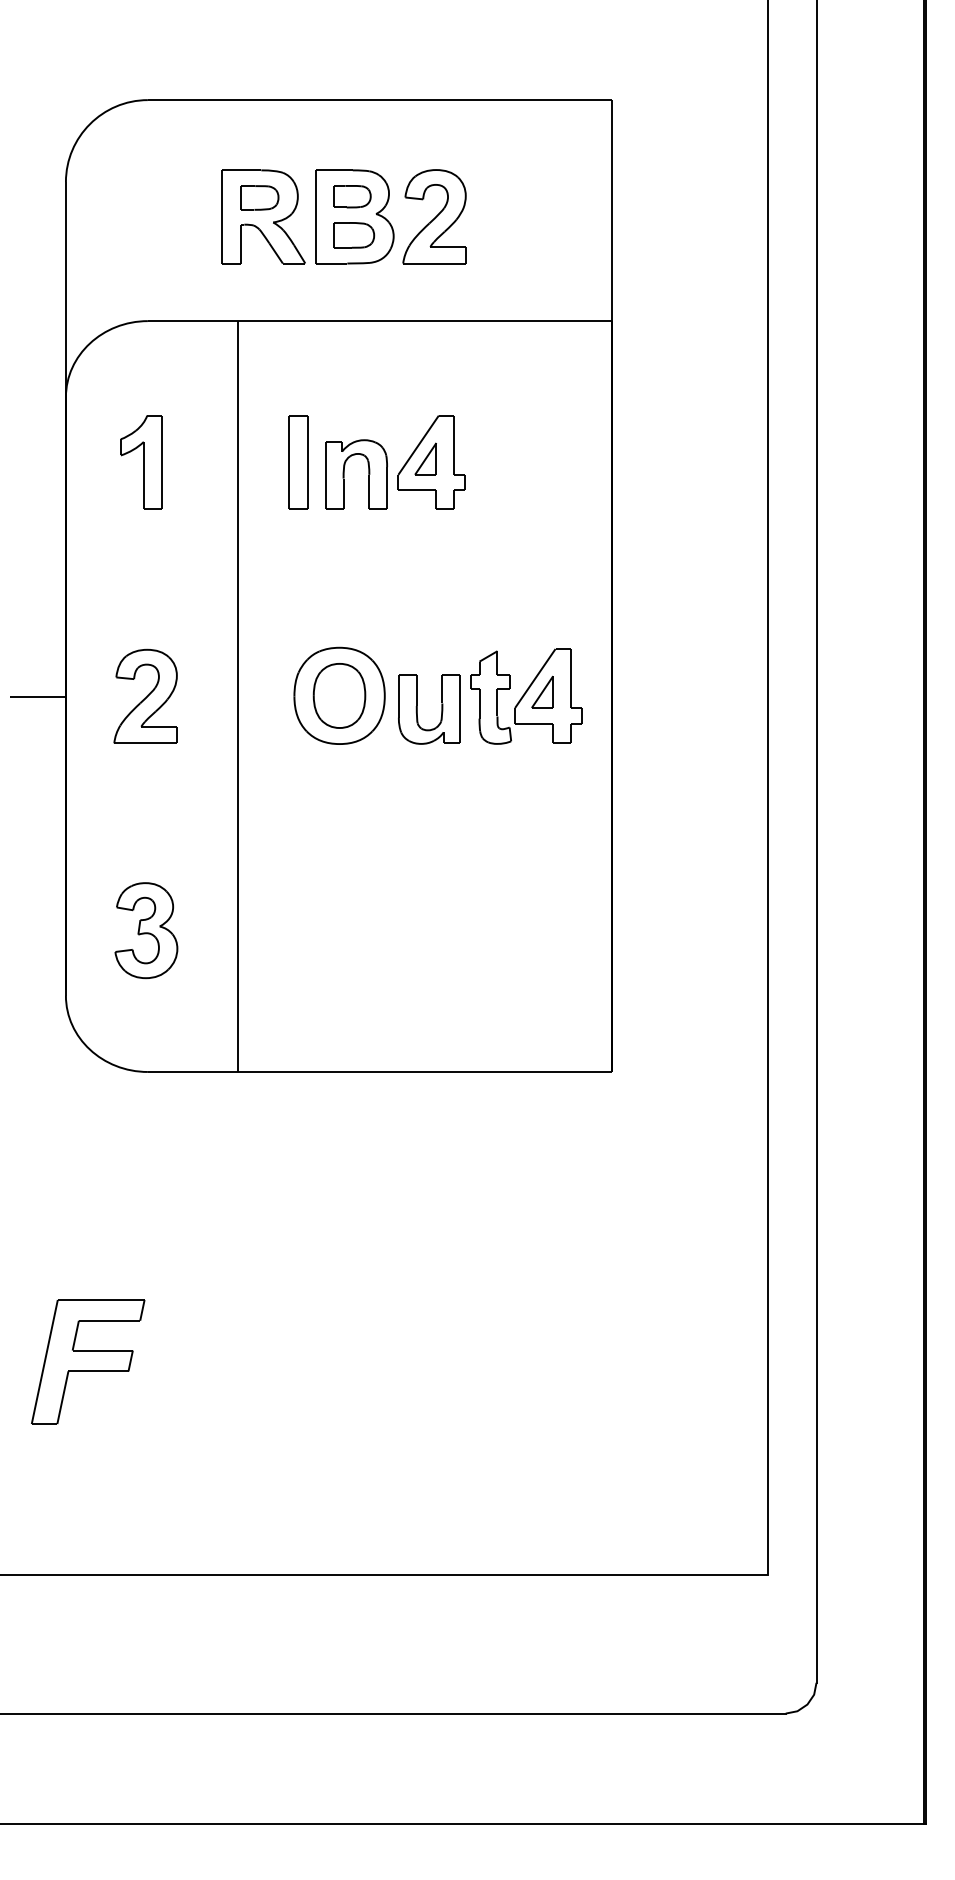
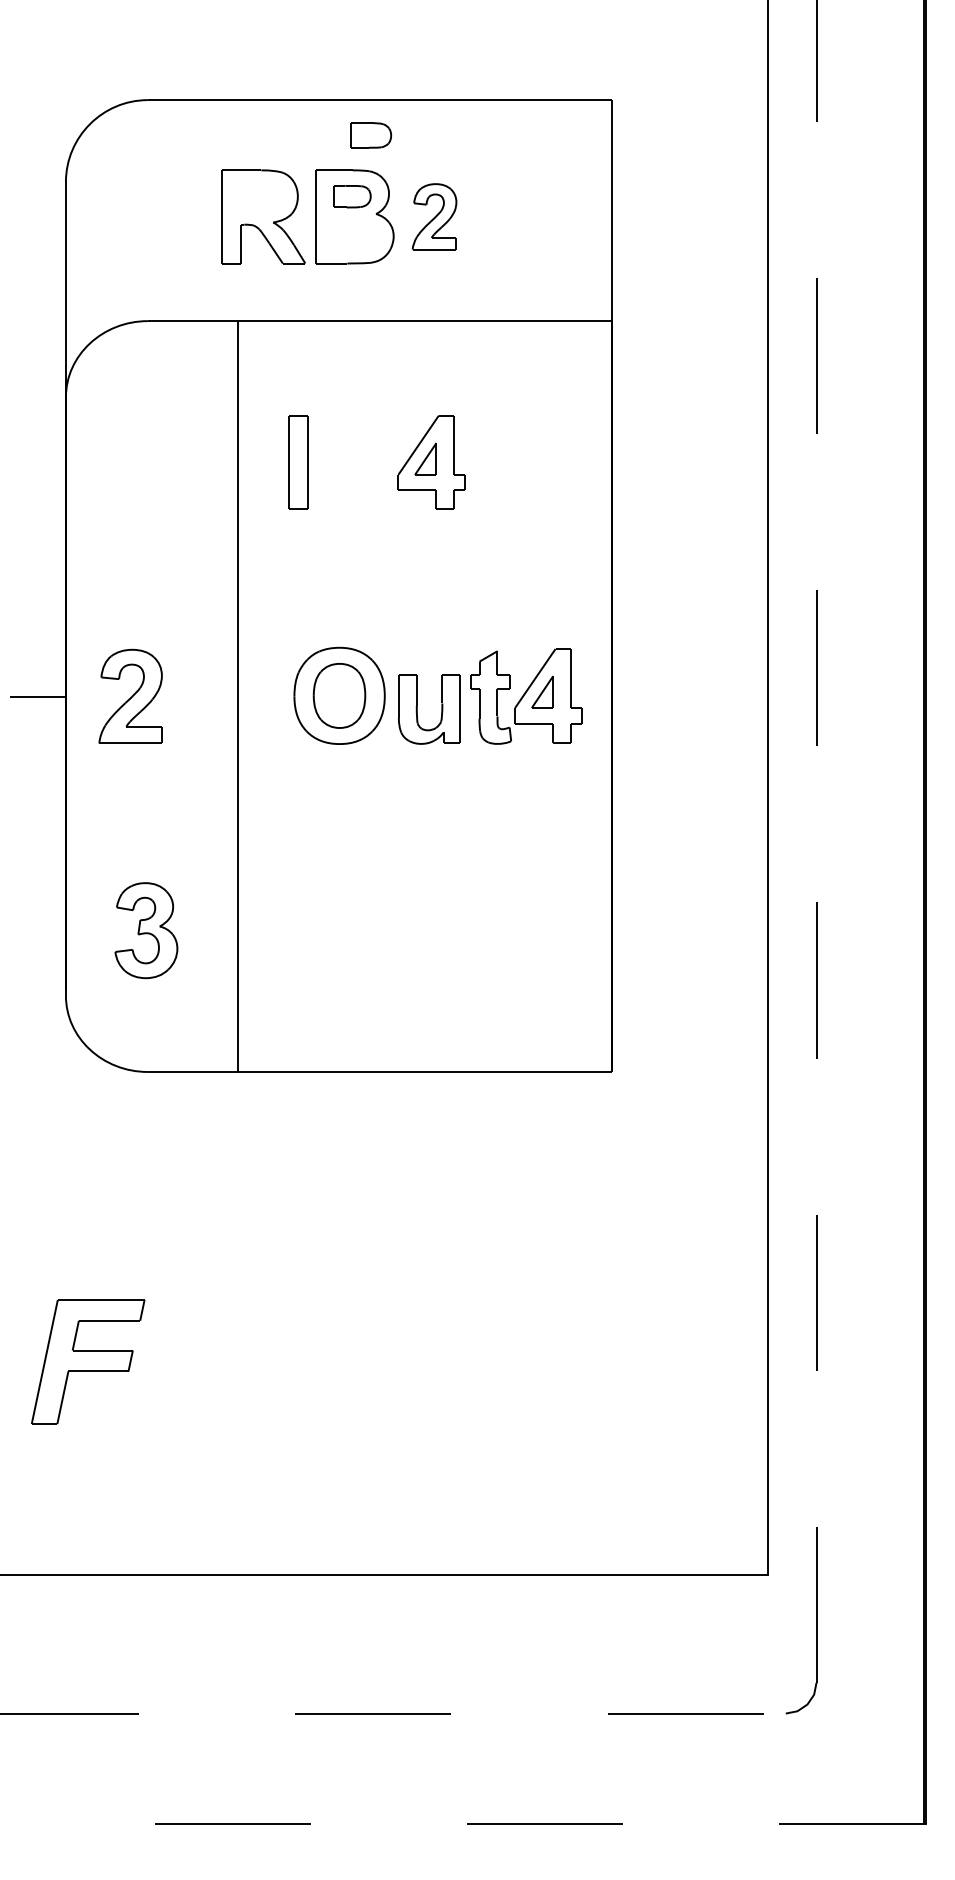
part at (259, 197): present -> none
part at (434, 216) size: 65x96 px -> 47x68 px
part at (354, 235) position: (354, 235) -> (371, 135)
part at (141, 462): present -> none
part at (344, 474): present -> none
part at (145, 695) position: (145, 695) -> (130, 695)
line at (816, 841): solid -> dashed
line at (393, 1713): solid -> dashed
line at (463, 1823): solid -> dashed
